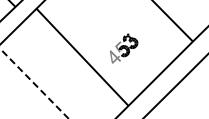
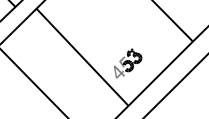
part at (124, 48) position: (124, 48) -> (128, 63)
line at (33, 83): dashed -> solid
